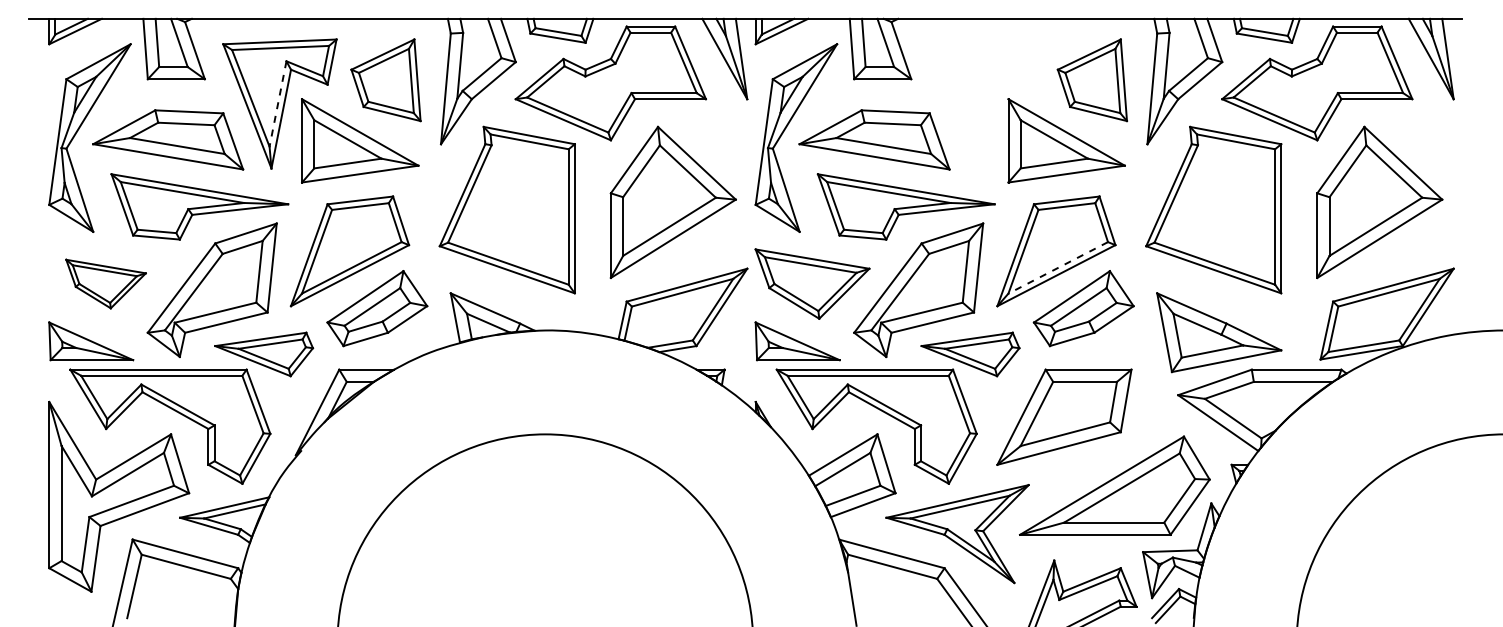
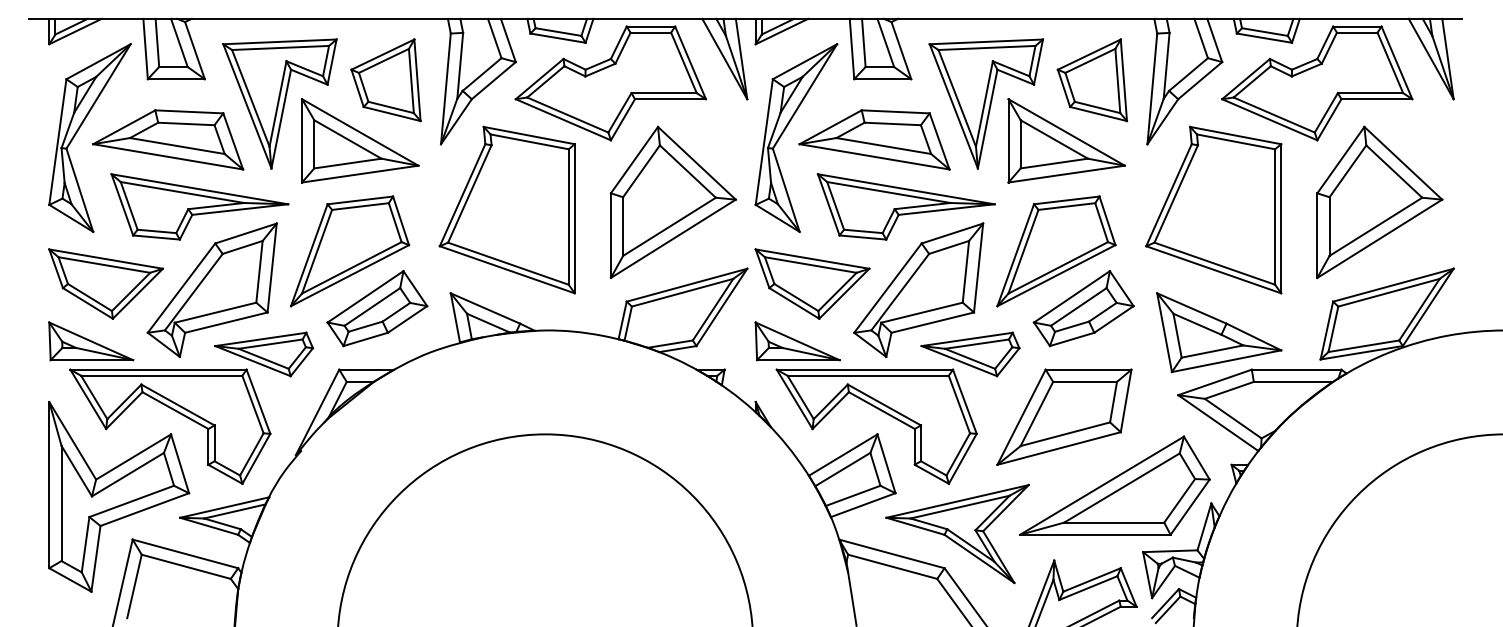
part at (986, 103): none -> present
line at (278, 104): dashed -> solid
line at (1057, 268): dashed -> solid
part at (105, 283) size: 82x52 px -> 116x72 px
